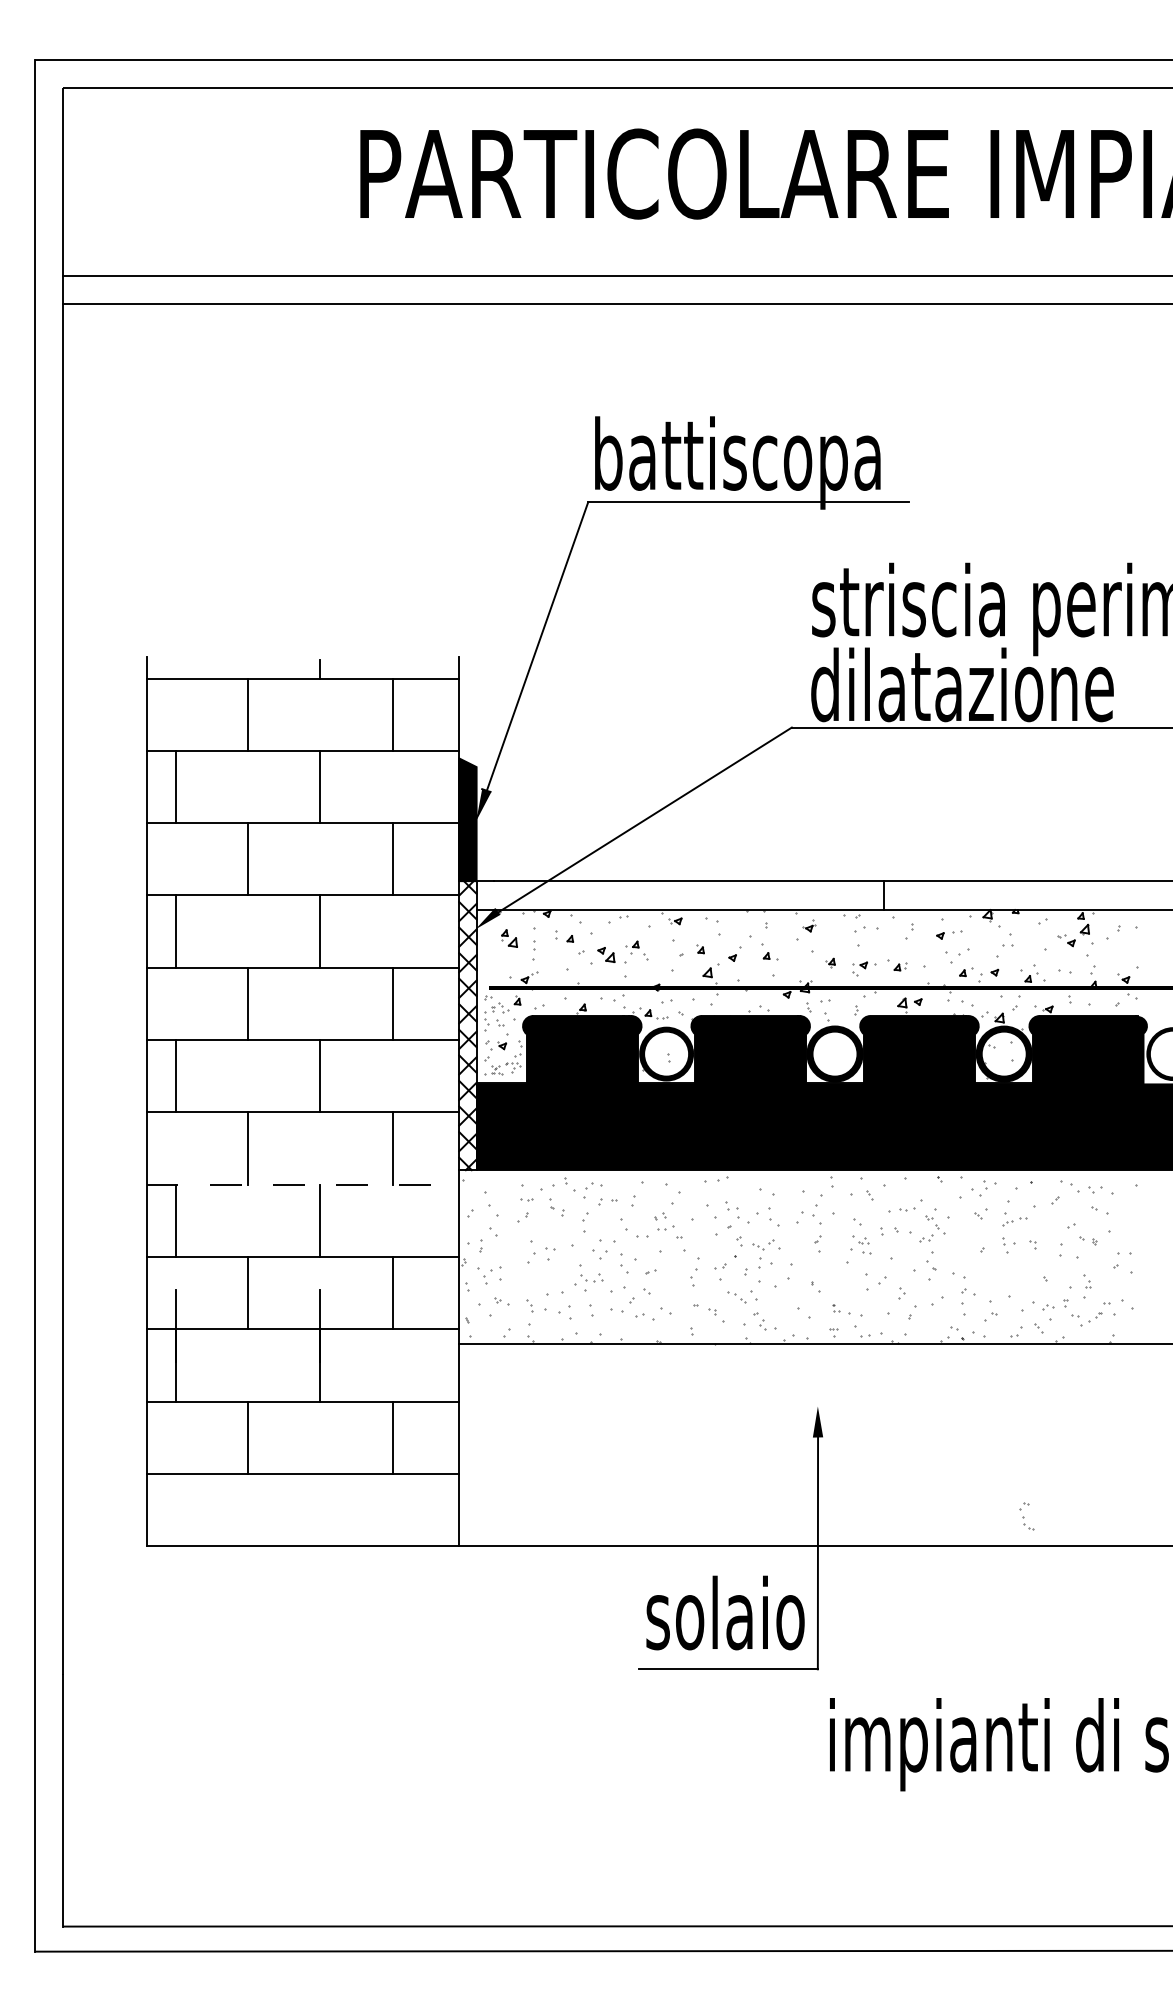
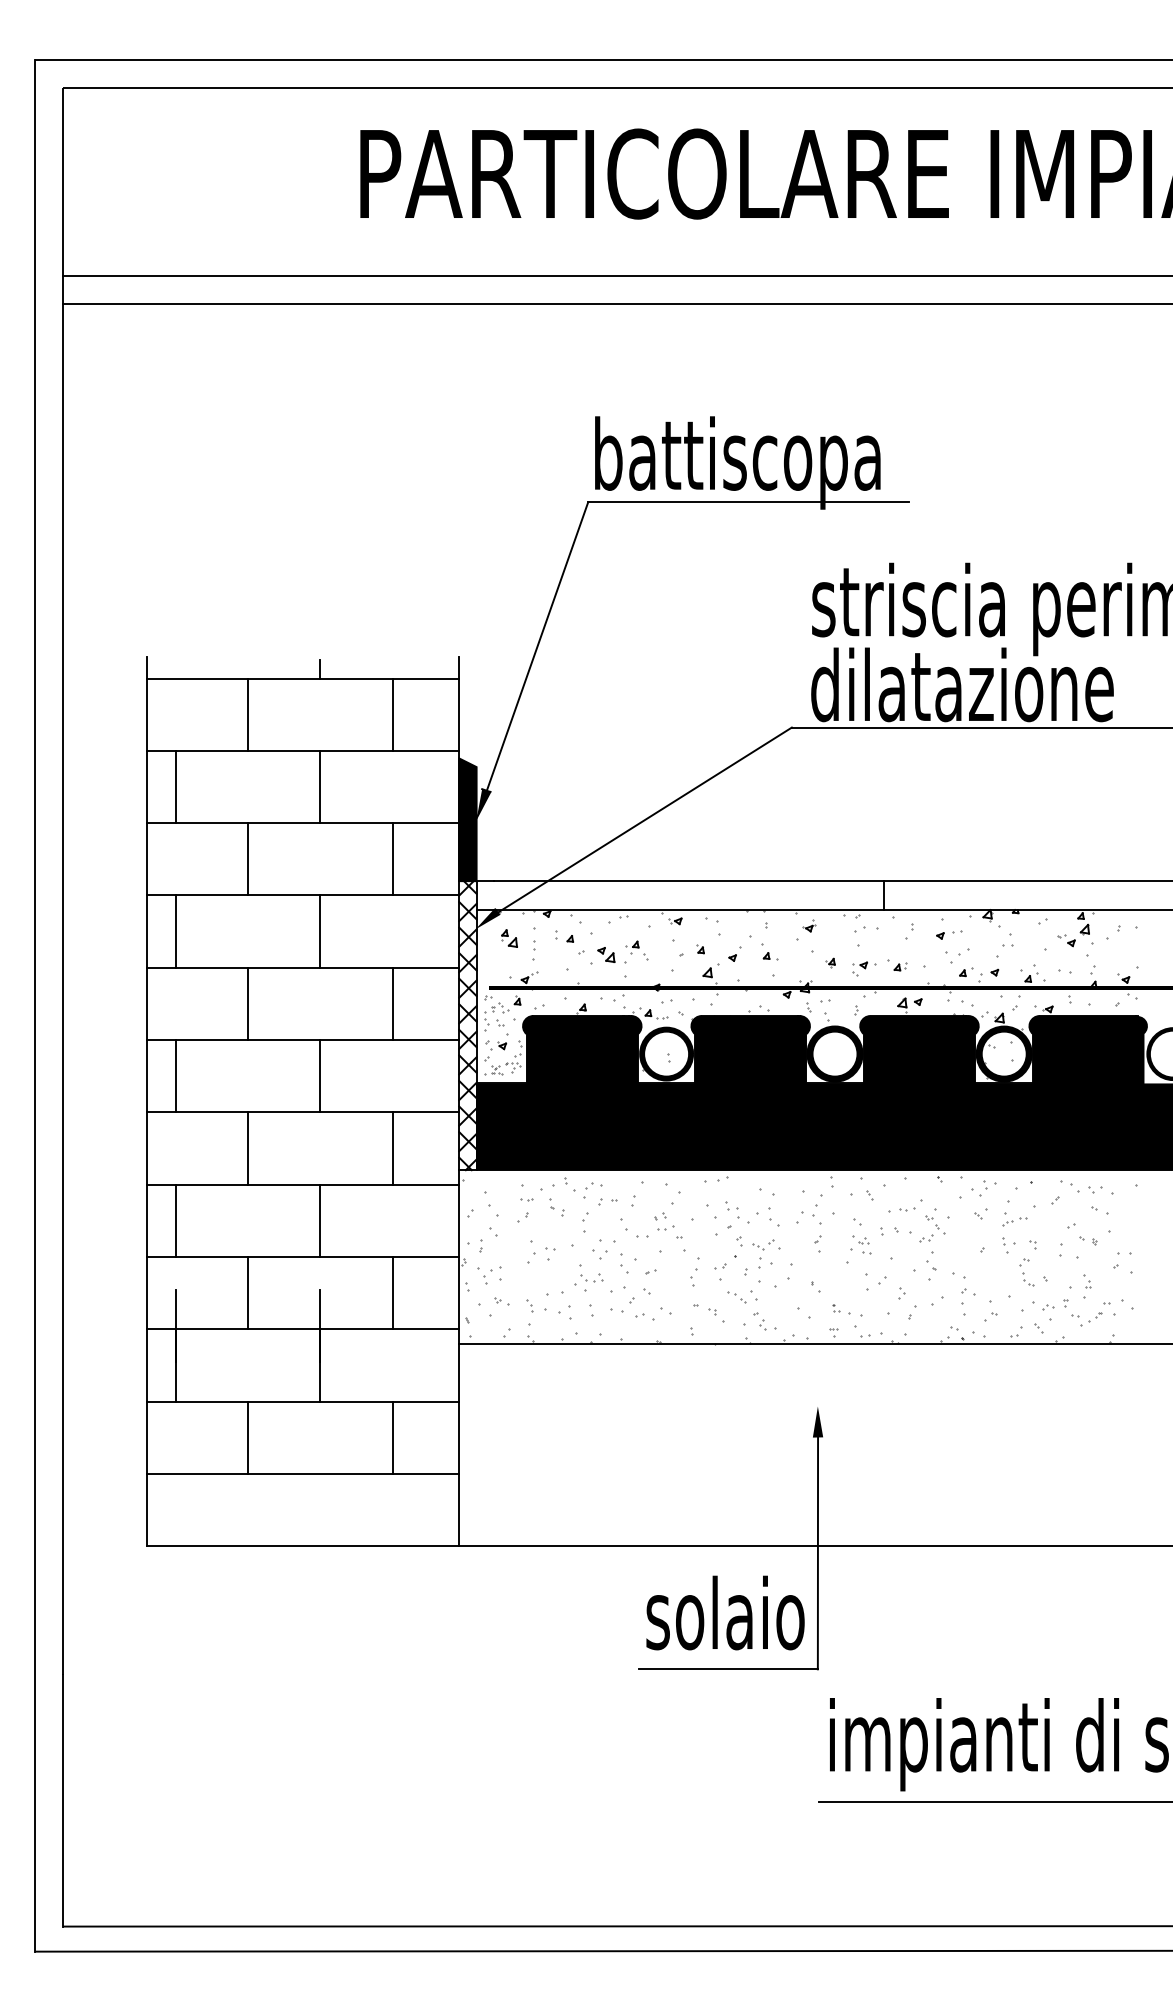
line at (303, 1184): dashed -> solid
part at (1026, 1516) position: (1026, 1516) -> (1026, 1272)
line at (993, 1802): none -> present
